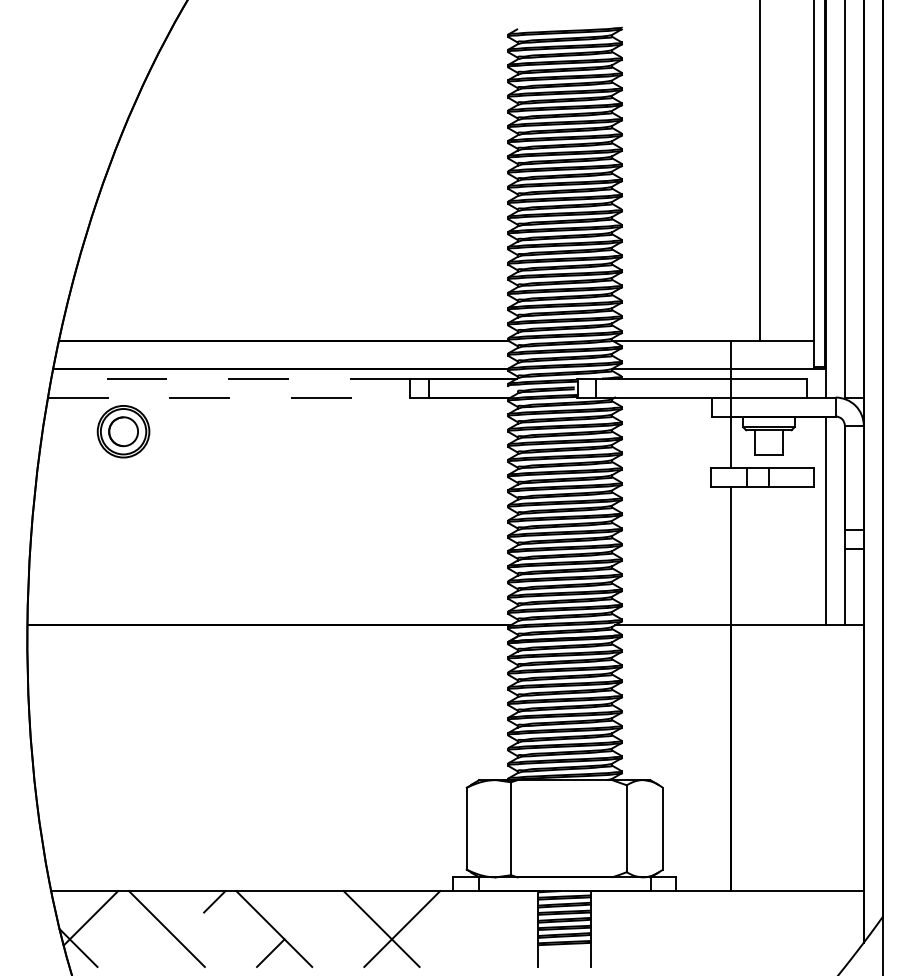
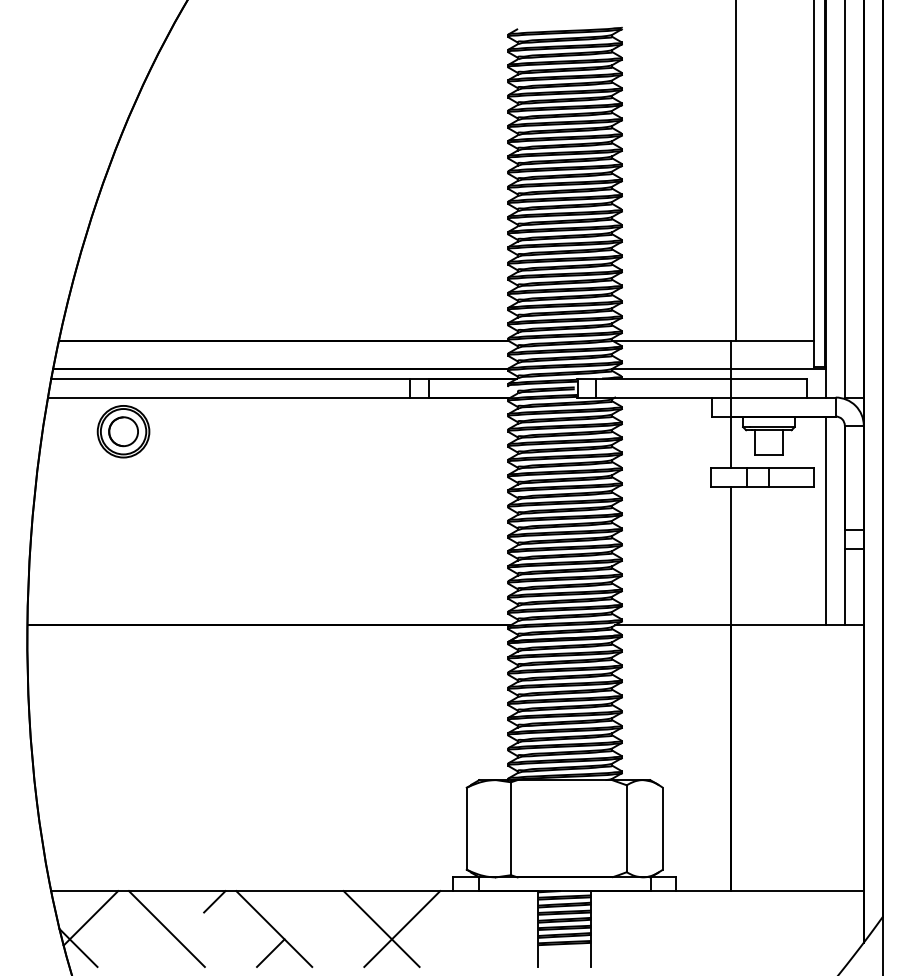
line at (760, 171) position: (760, 171) -> (736, 171)
line at (230, 378): dashed -> solid
line at (229, 397): dashed -> solid
